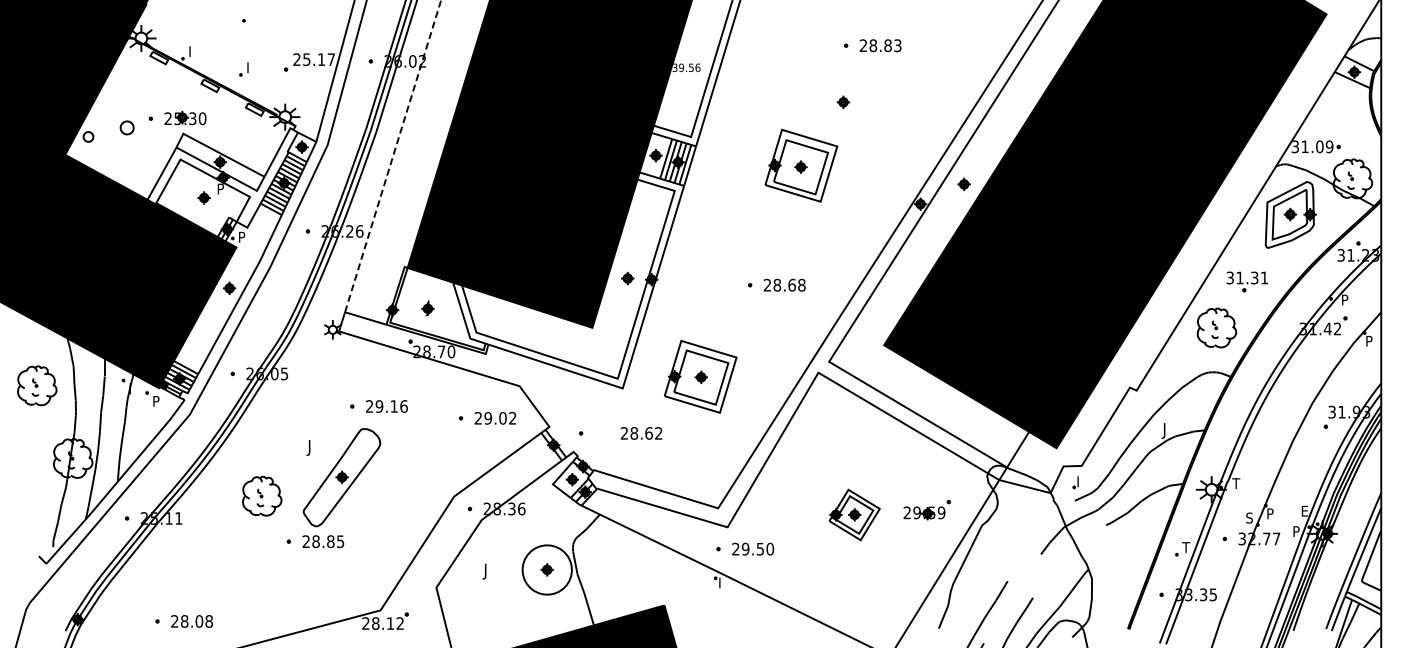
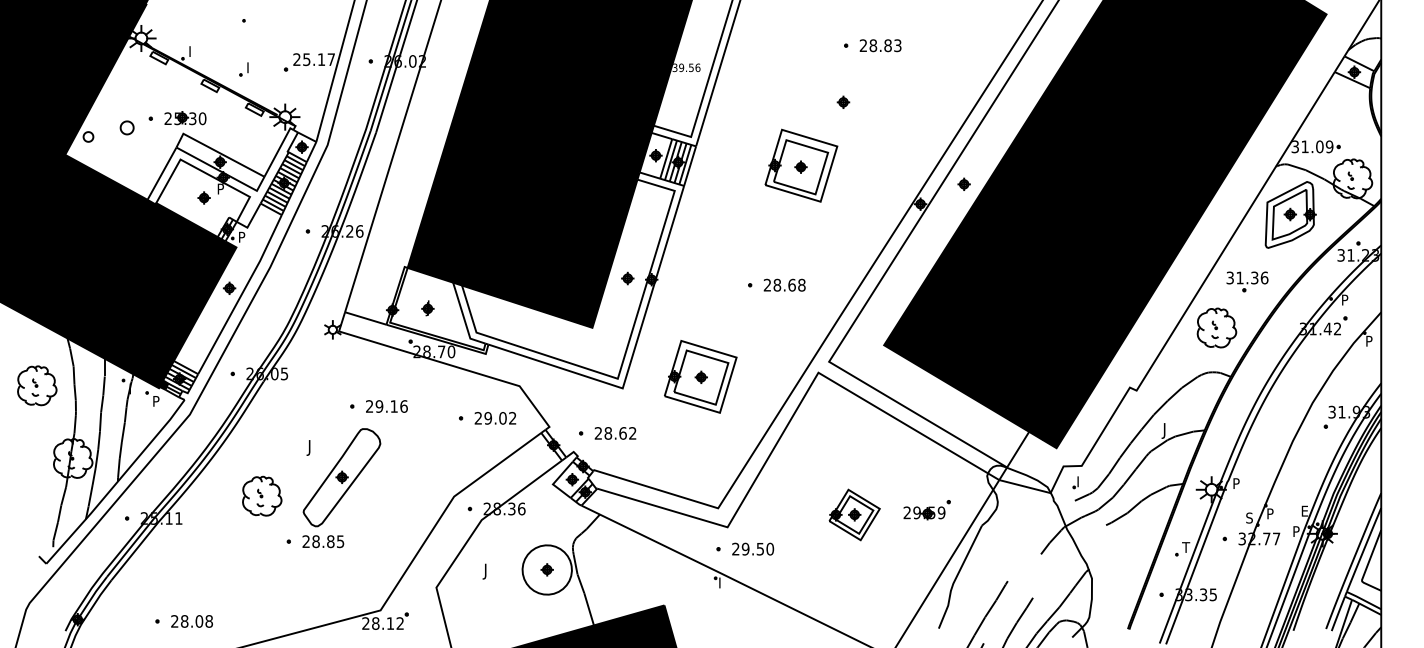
line at (392, 156): dashed -> solid
text at (1264, 277): 31.31 -> 31.36
text at (641, 433) position: (641, 433) -> (615, 433)
text at (1236, 483): T -> P
